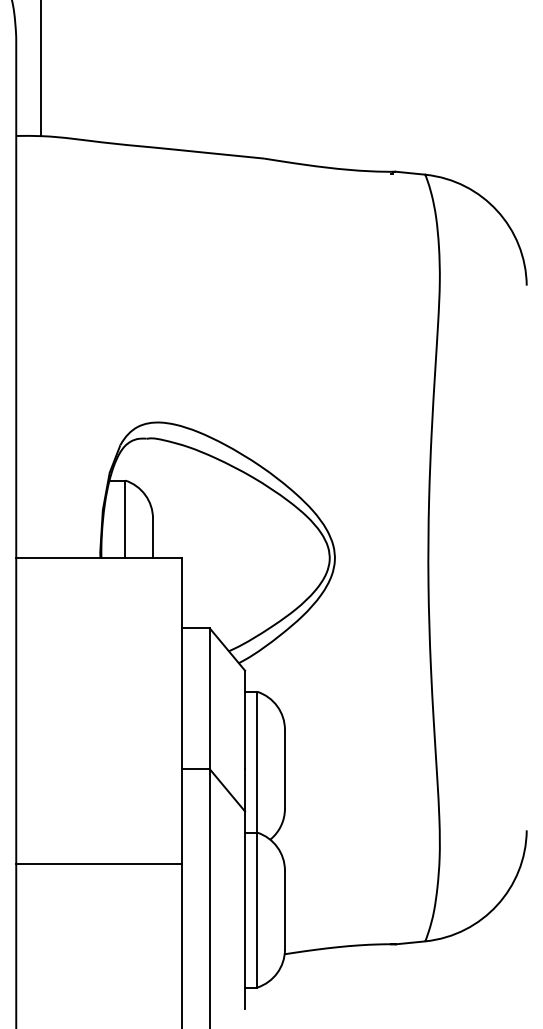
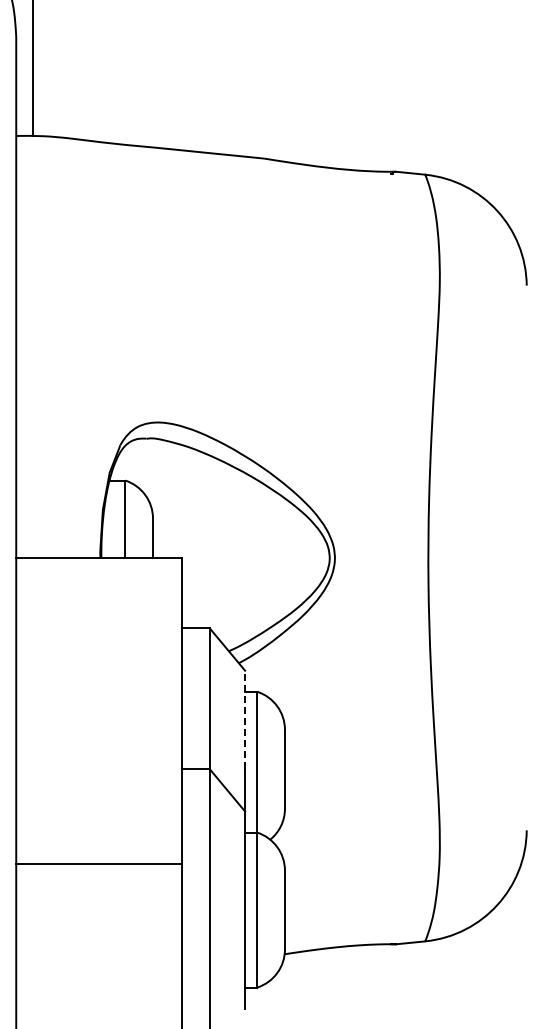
line at (40, 69) position: (40, 69) -> (32, 69)
line at (245, 719): solid -> dashed
